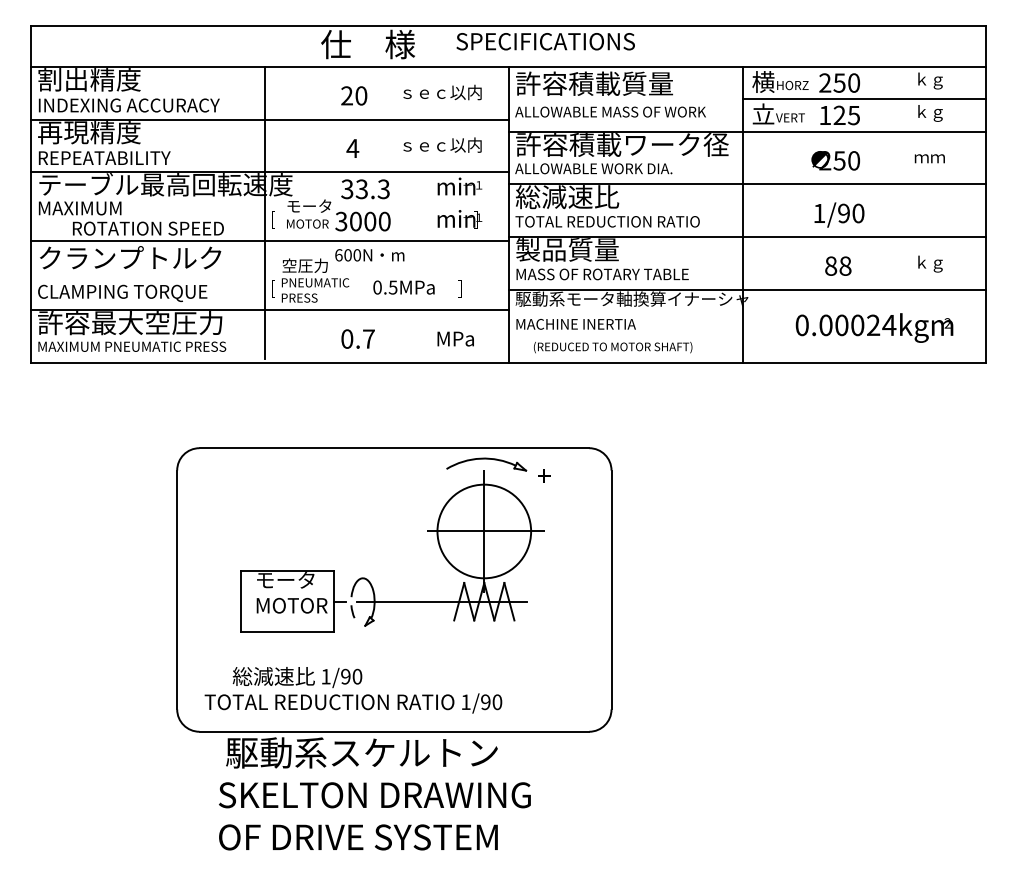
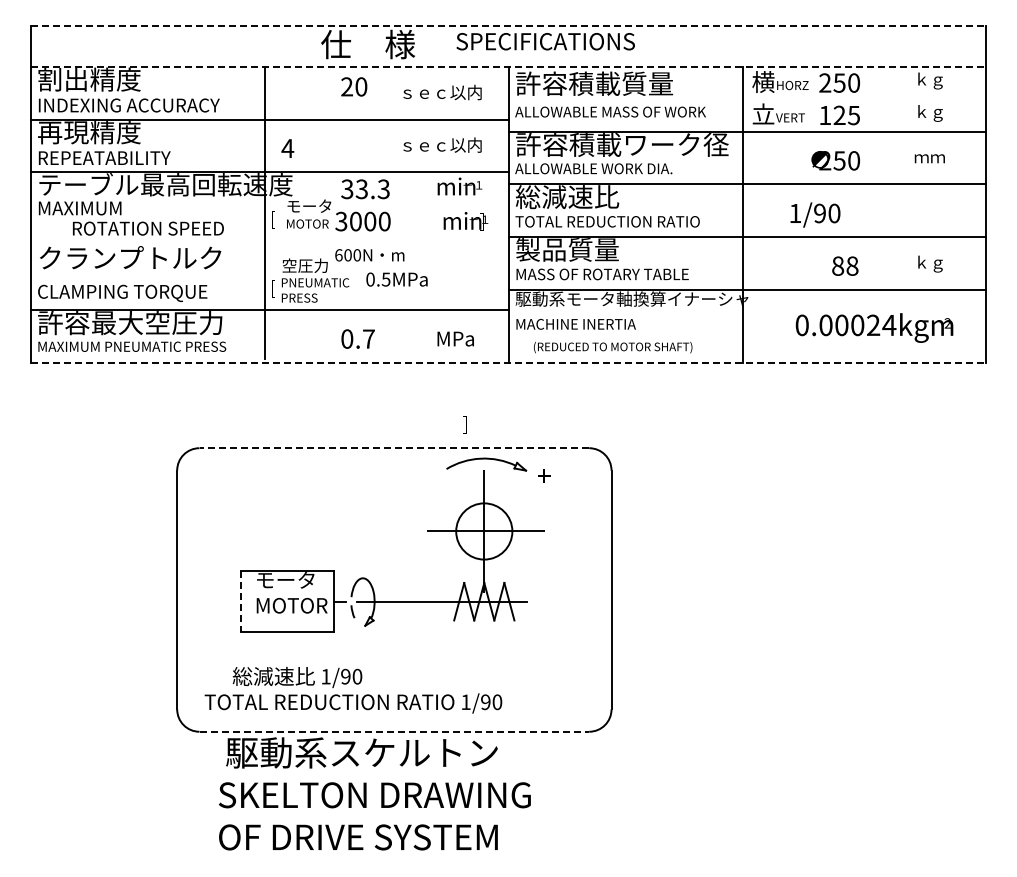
line at (508, 26): solid -> dashed
line at (508, 66): solid -> dashed
text at (354, 95) position: (354, 95) -> (354, 86)
line at (864, 99): present -> none
text at (352, 148) position: (352, 148) -> (287, 148)
text at (839, 214) position: (839, 214) -> (815, 214)
text at (459, 219) position: (459, 219) -> (465, 221)
line at (269, 241): present -> none
text at (838, 265) position: (838, 265) -> (845, 265)
text at (403, 287) position: (403, 287) -> (396, 279)
text at (459, 288) position: (459, 288) -> (464, 424)
line at (508, 362): solid -> dashed
line at (394, 448): solid -> dashed
circle at (484, 531) diameter: 94 px -> 56 px
line at (240, 601): solid -> dashed
line at (394, 731): solid -> dashed
